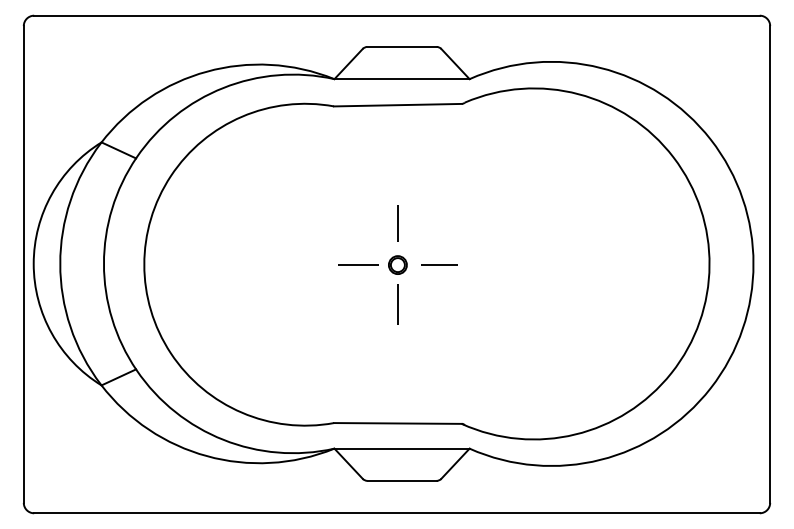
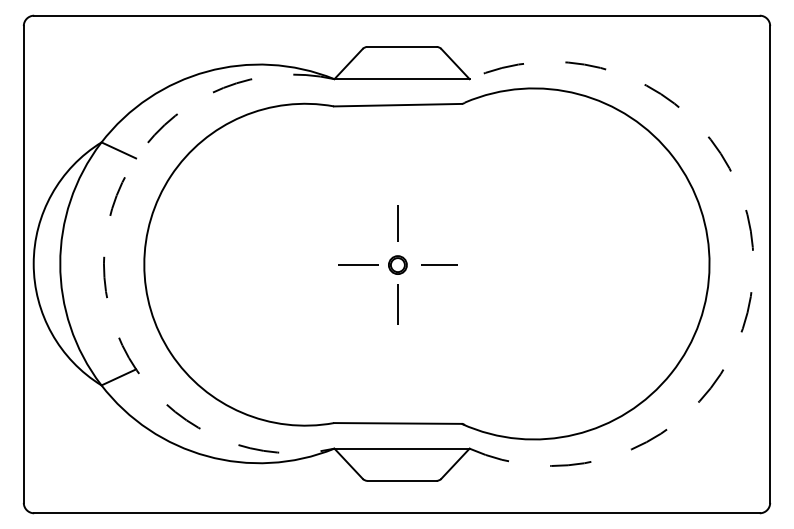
arc at (103, 263): solid -> dashed
arc at (753, 263): solid -> dashed
